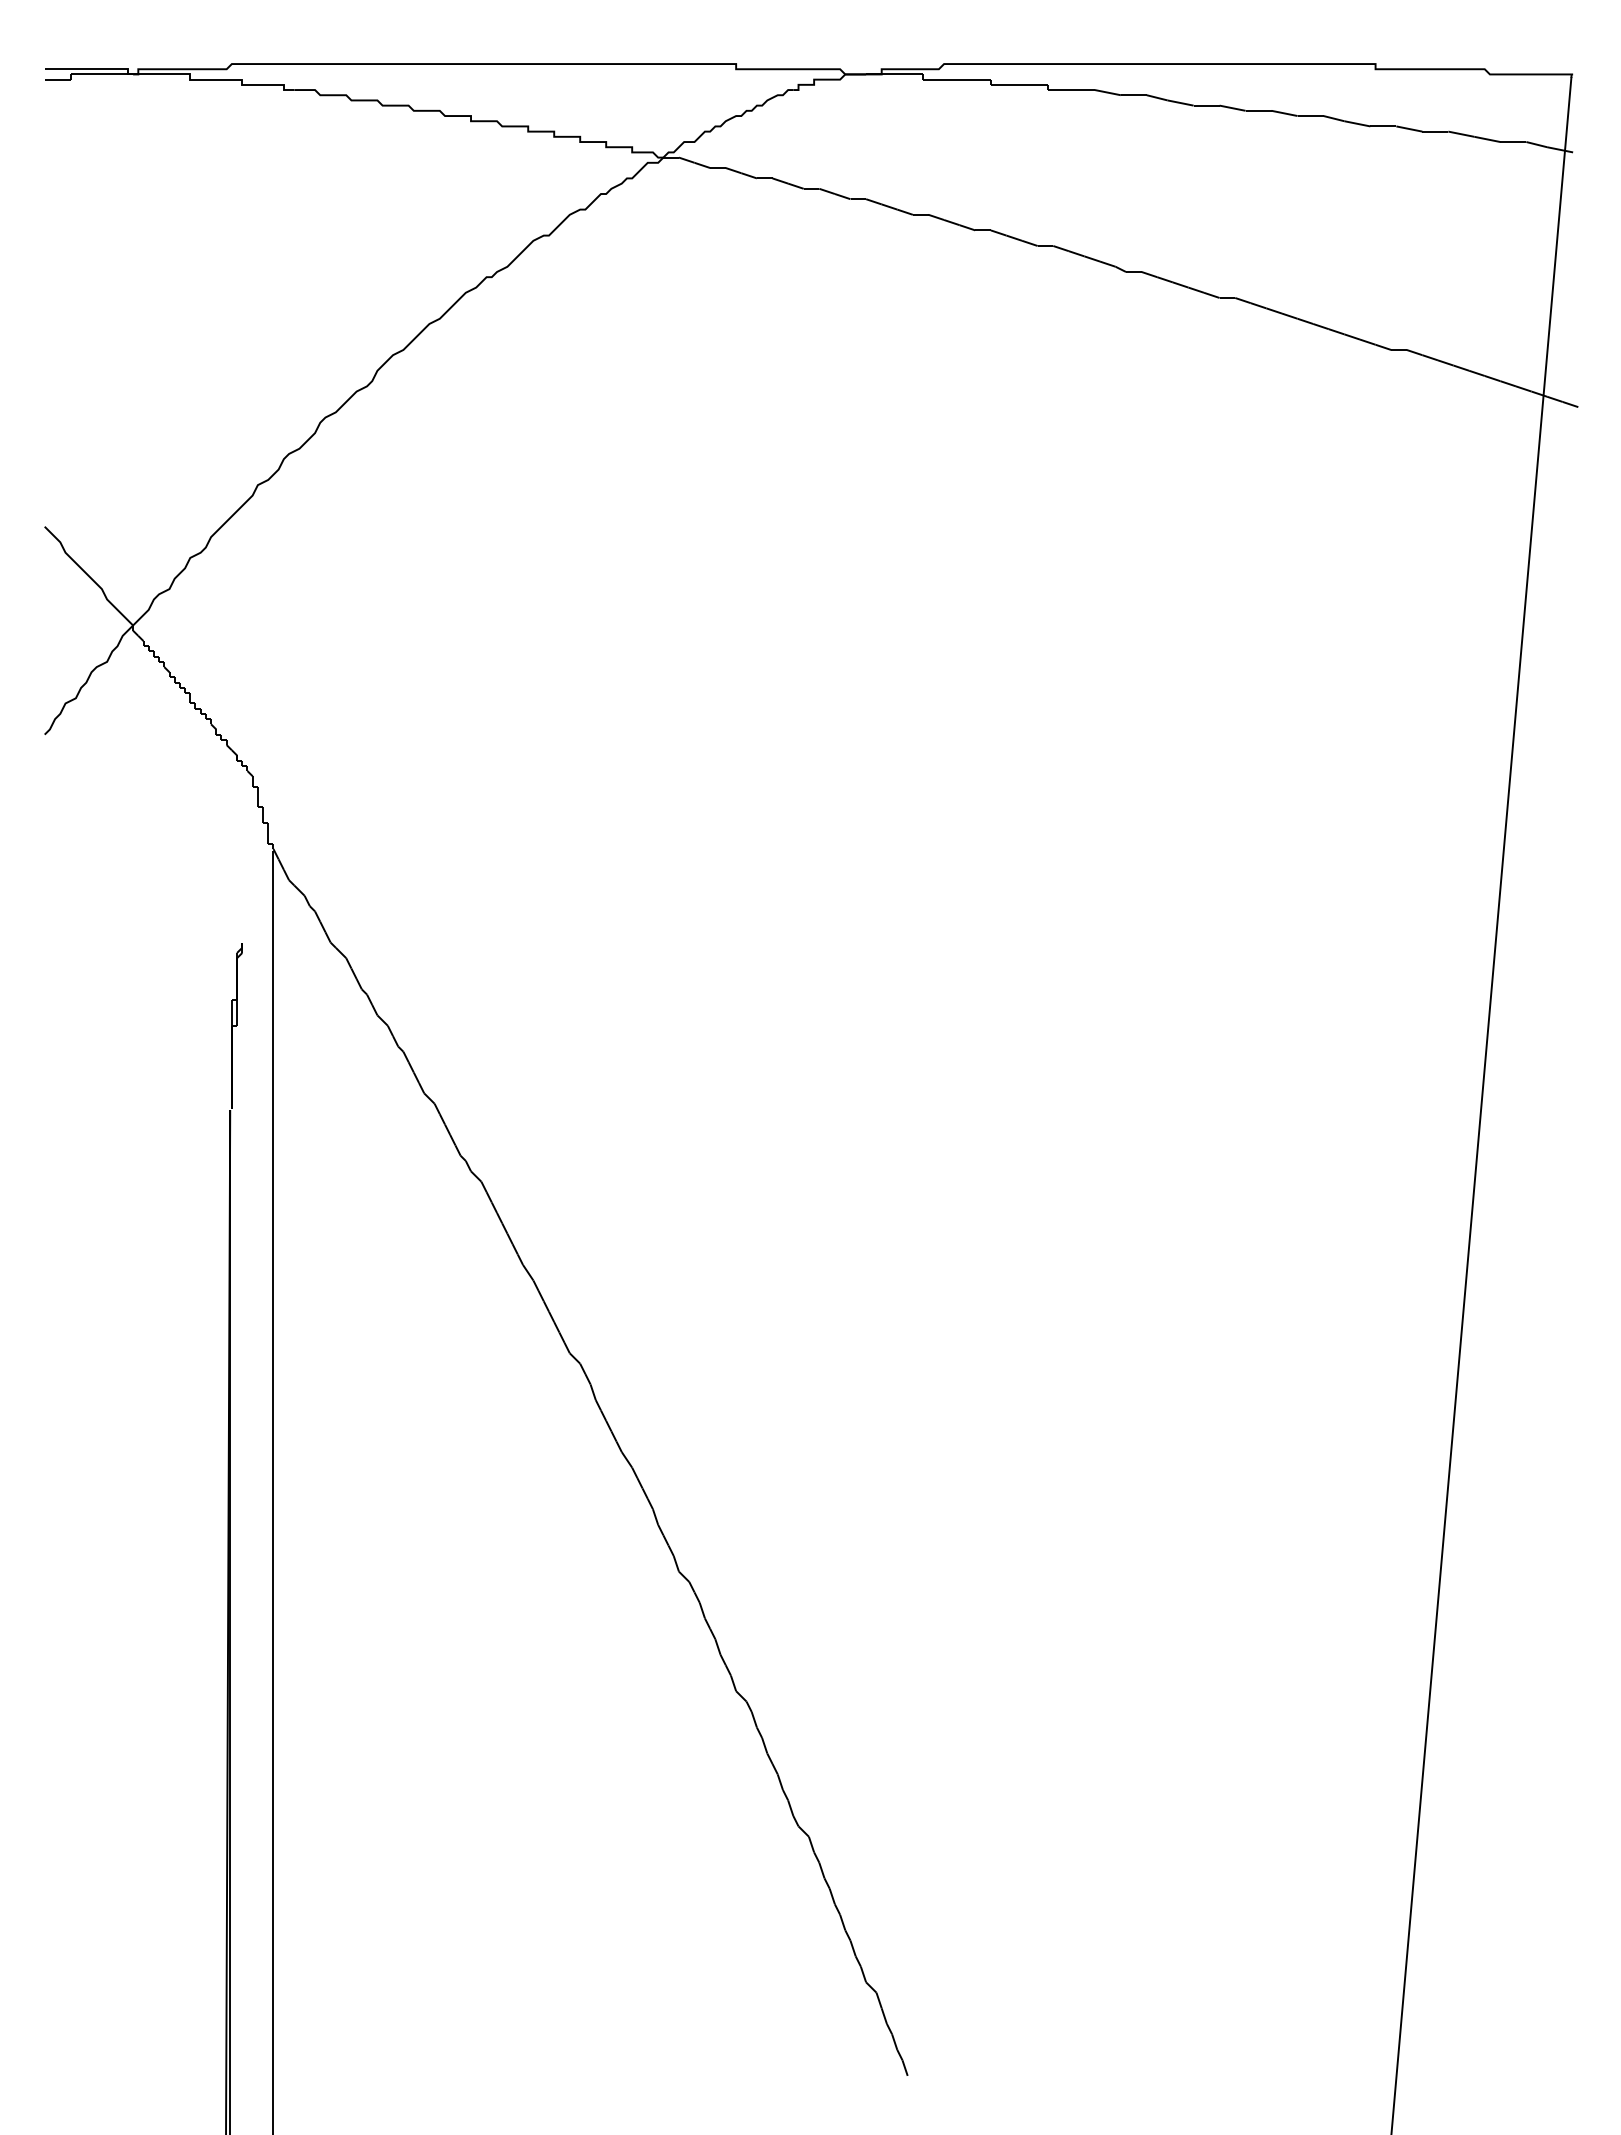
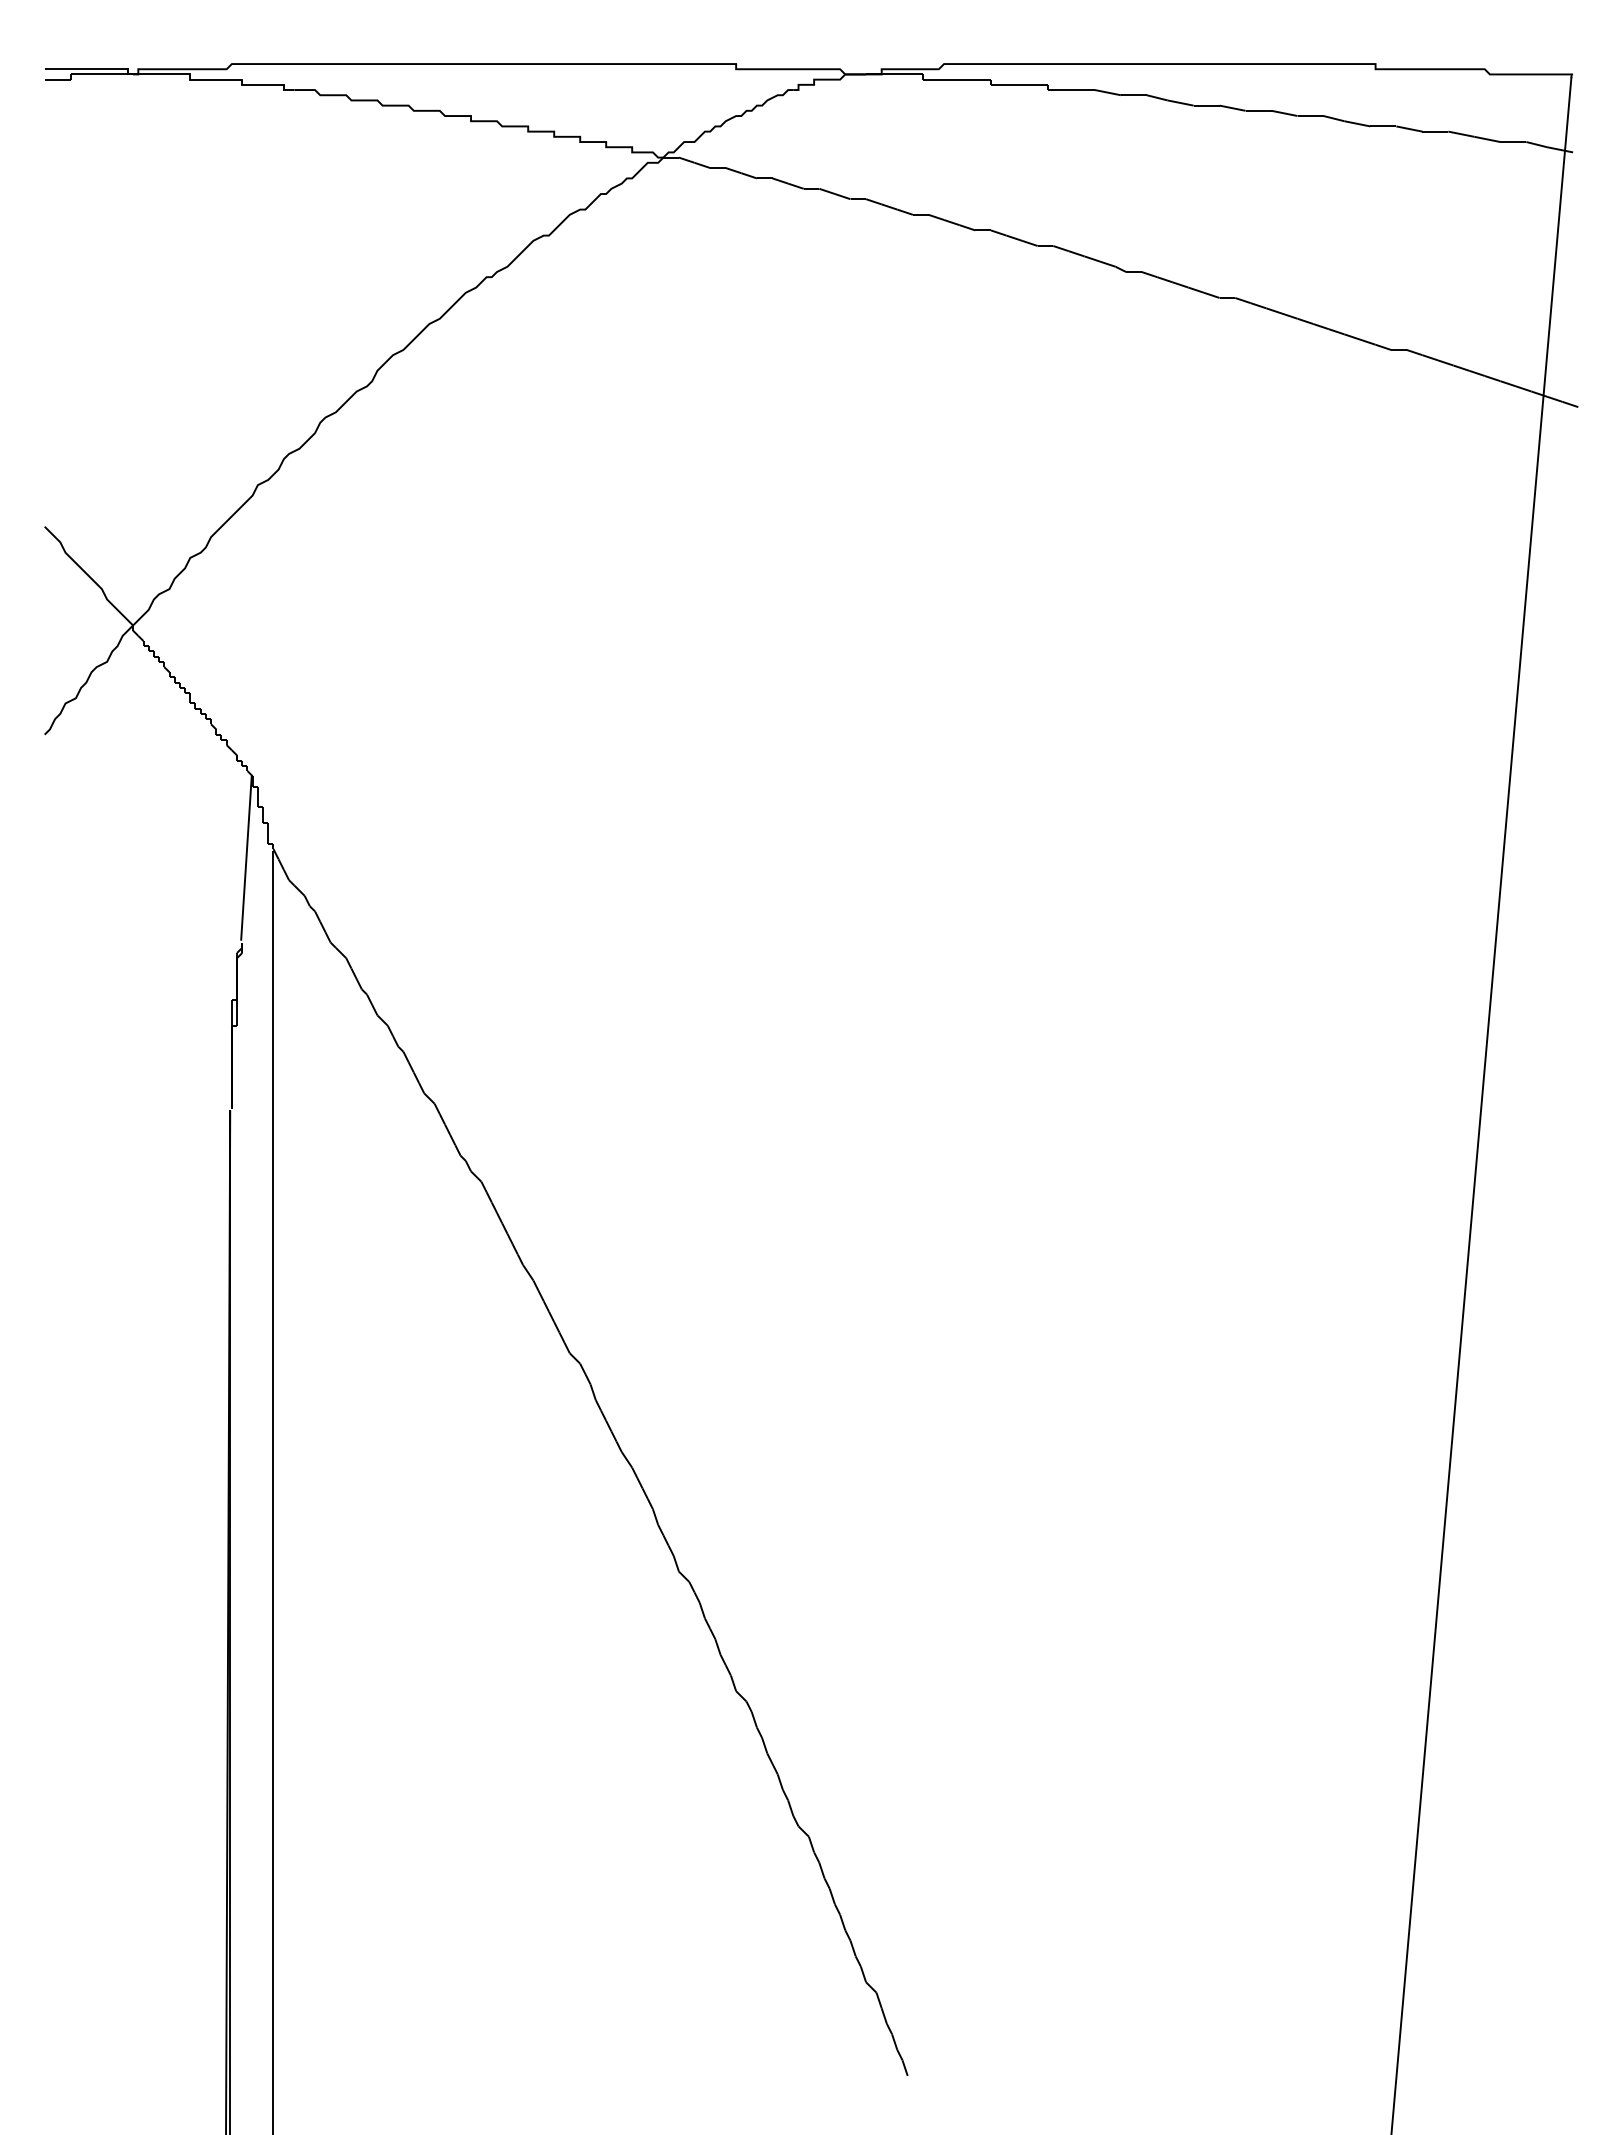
line at (246, 857): none -> present
